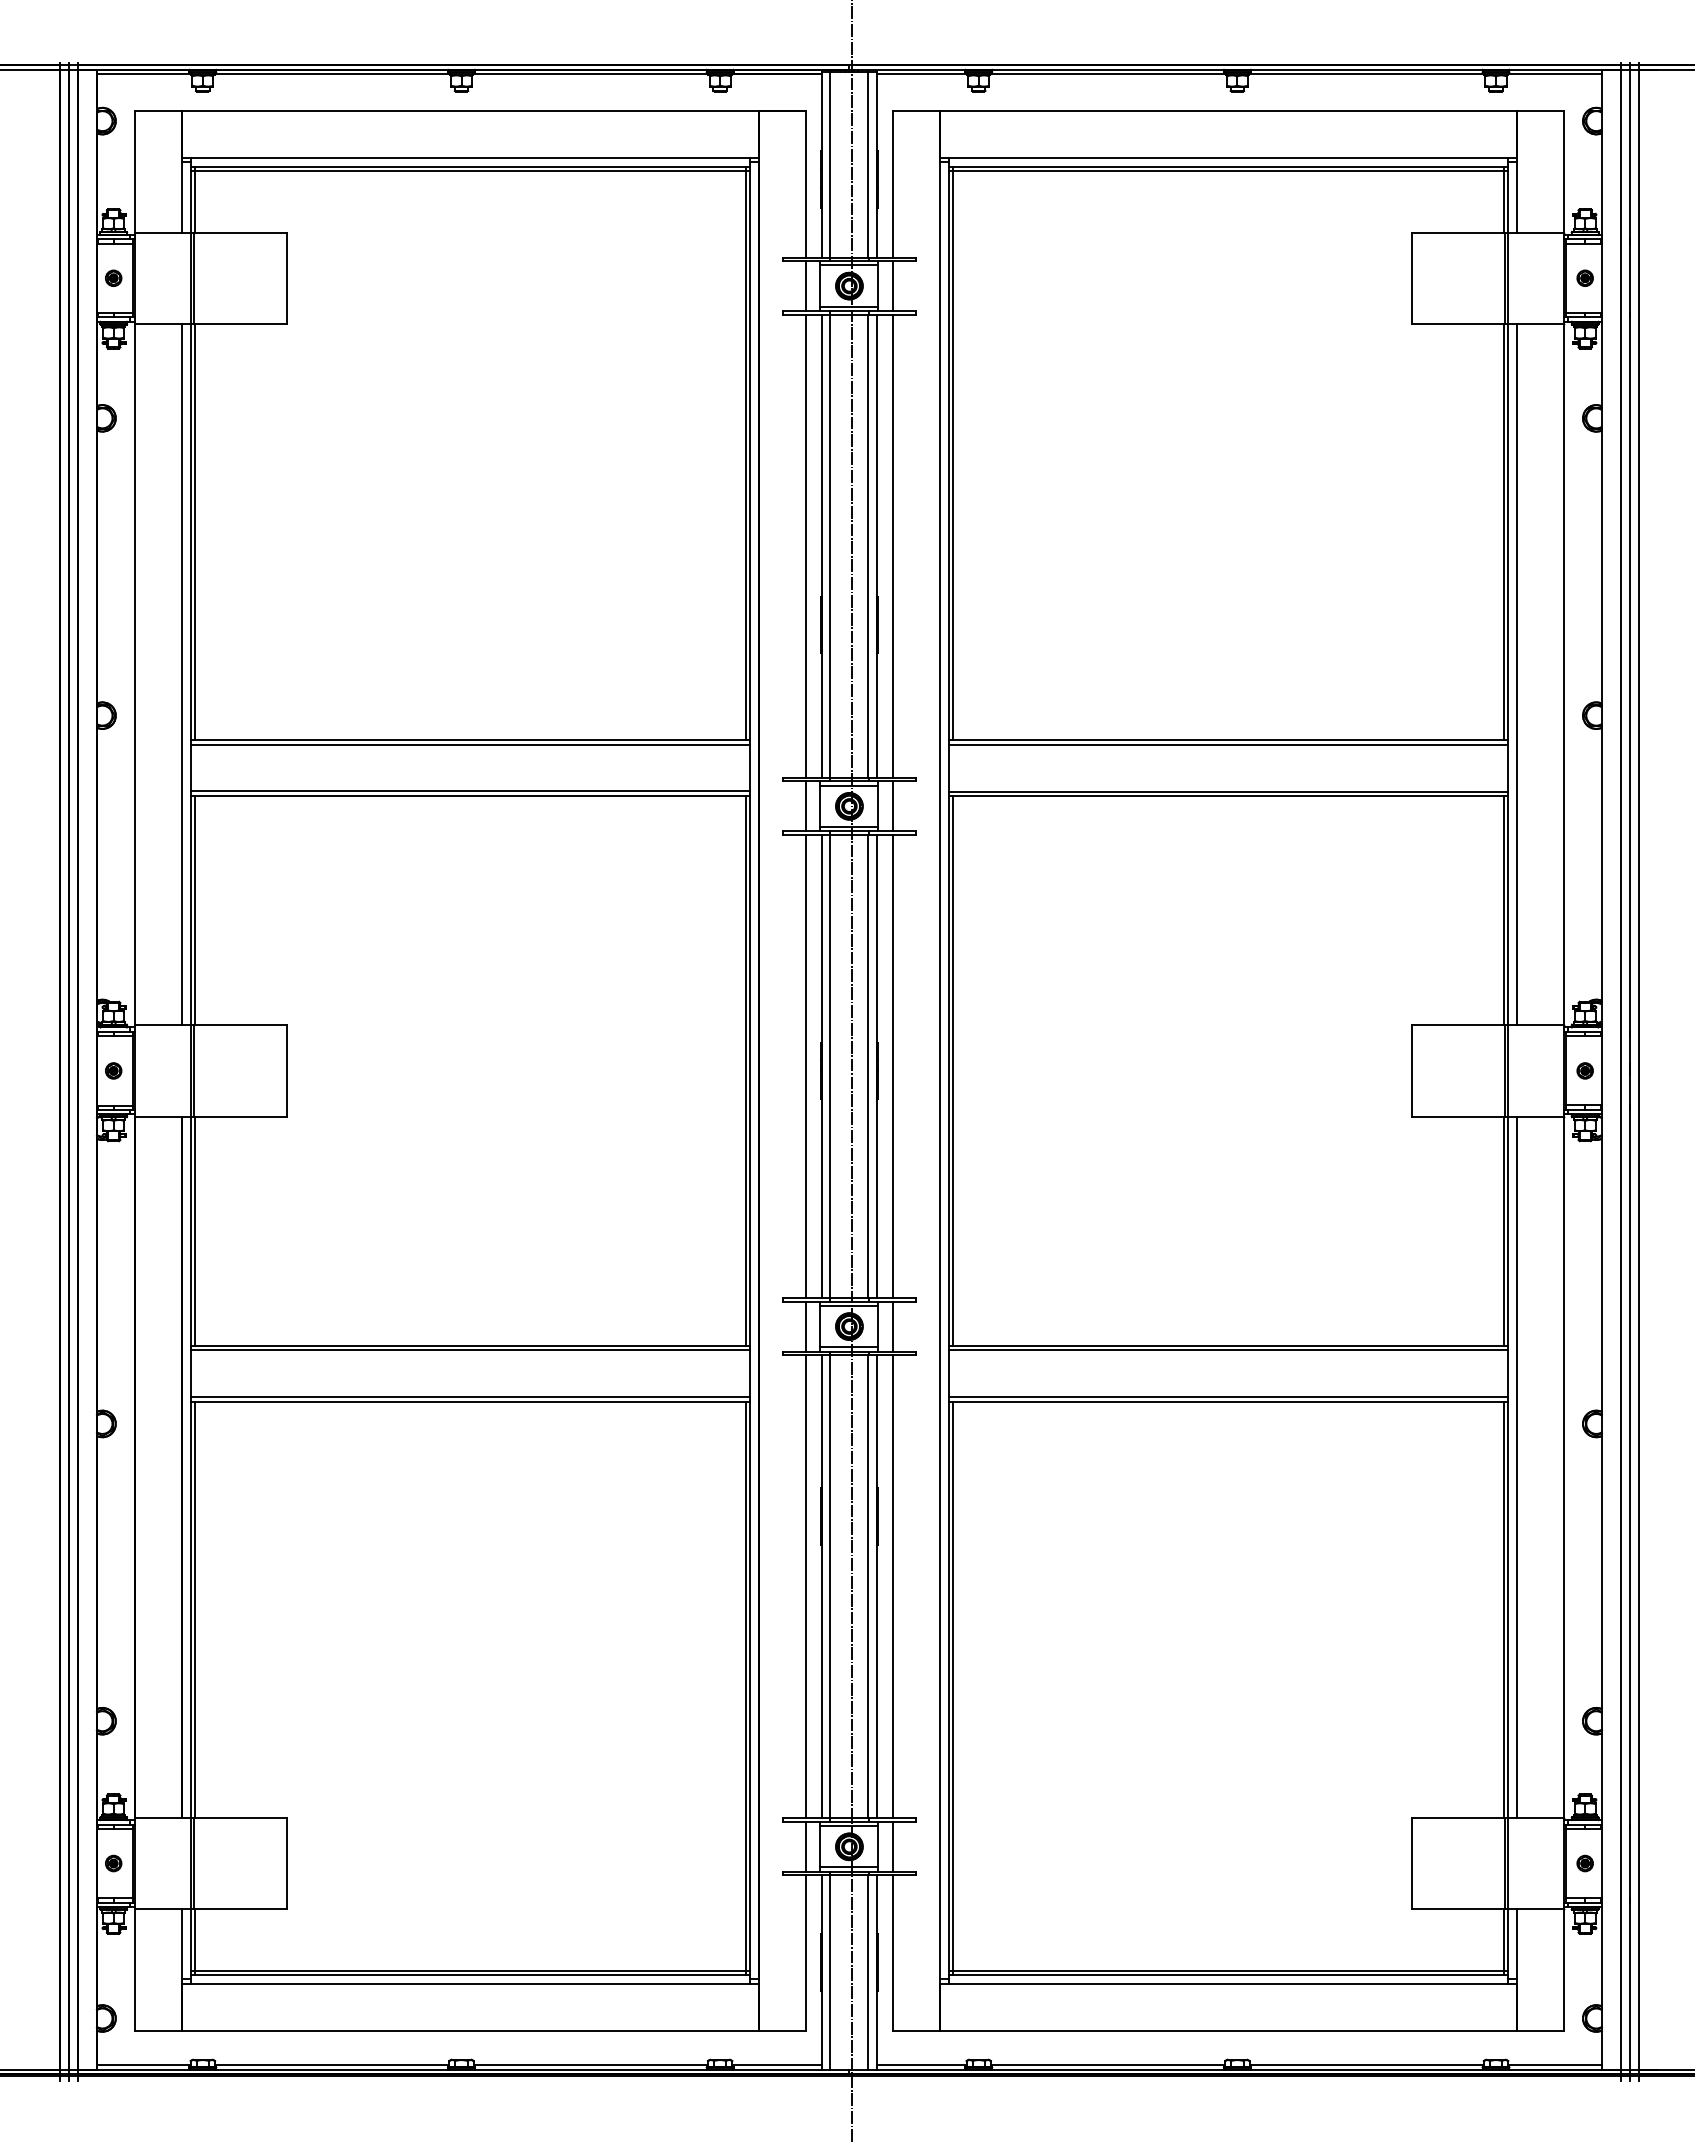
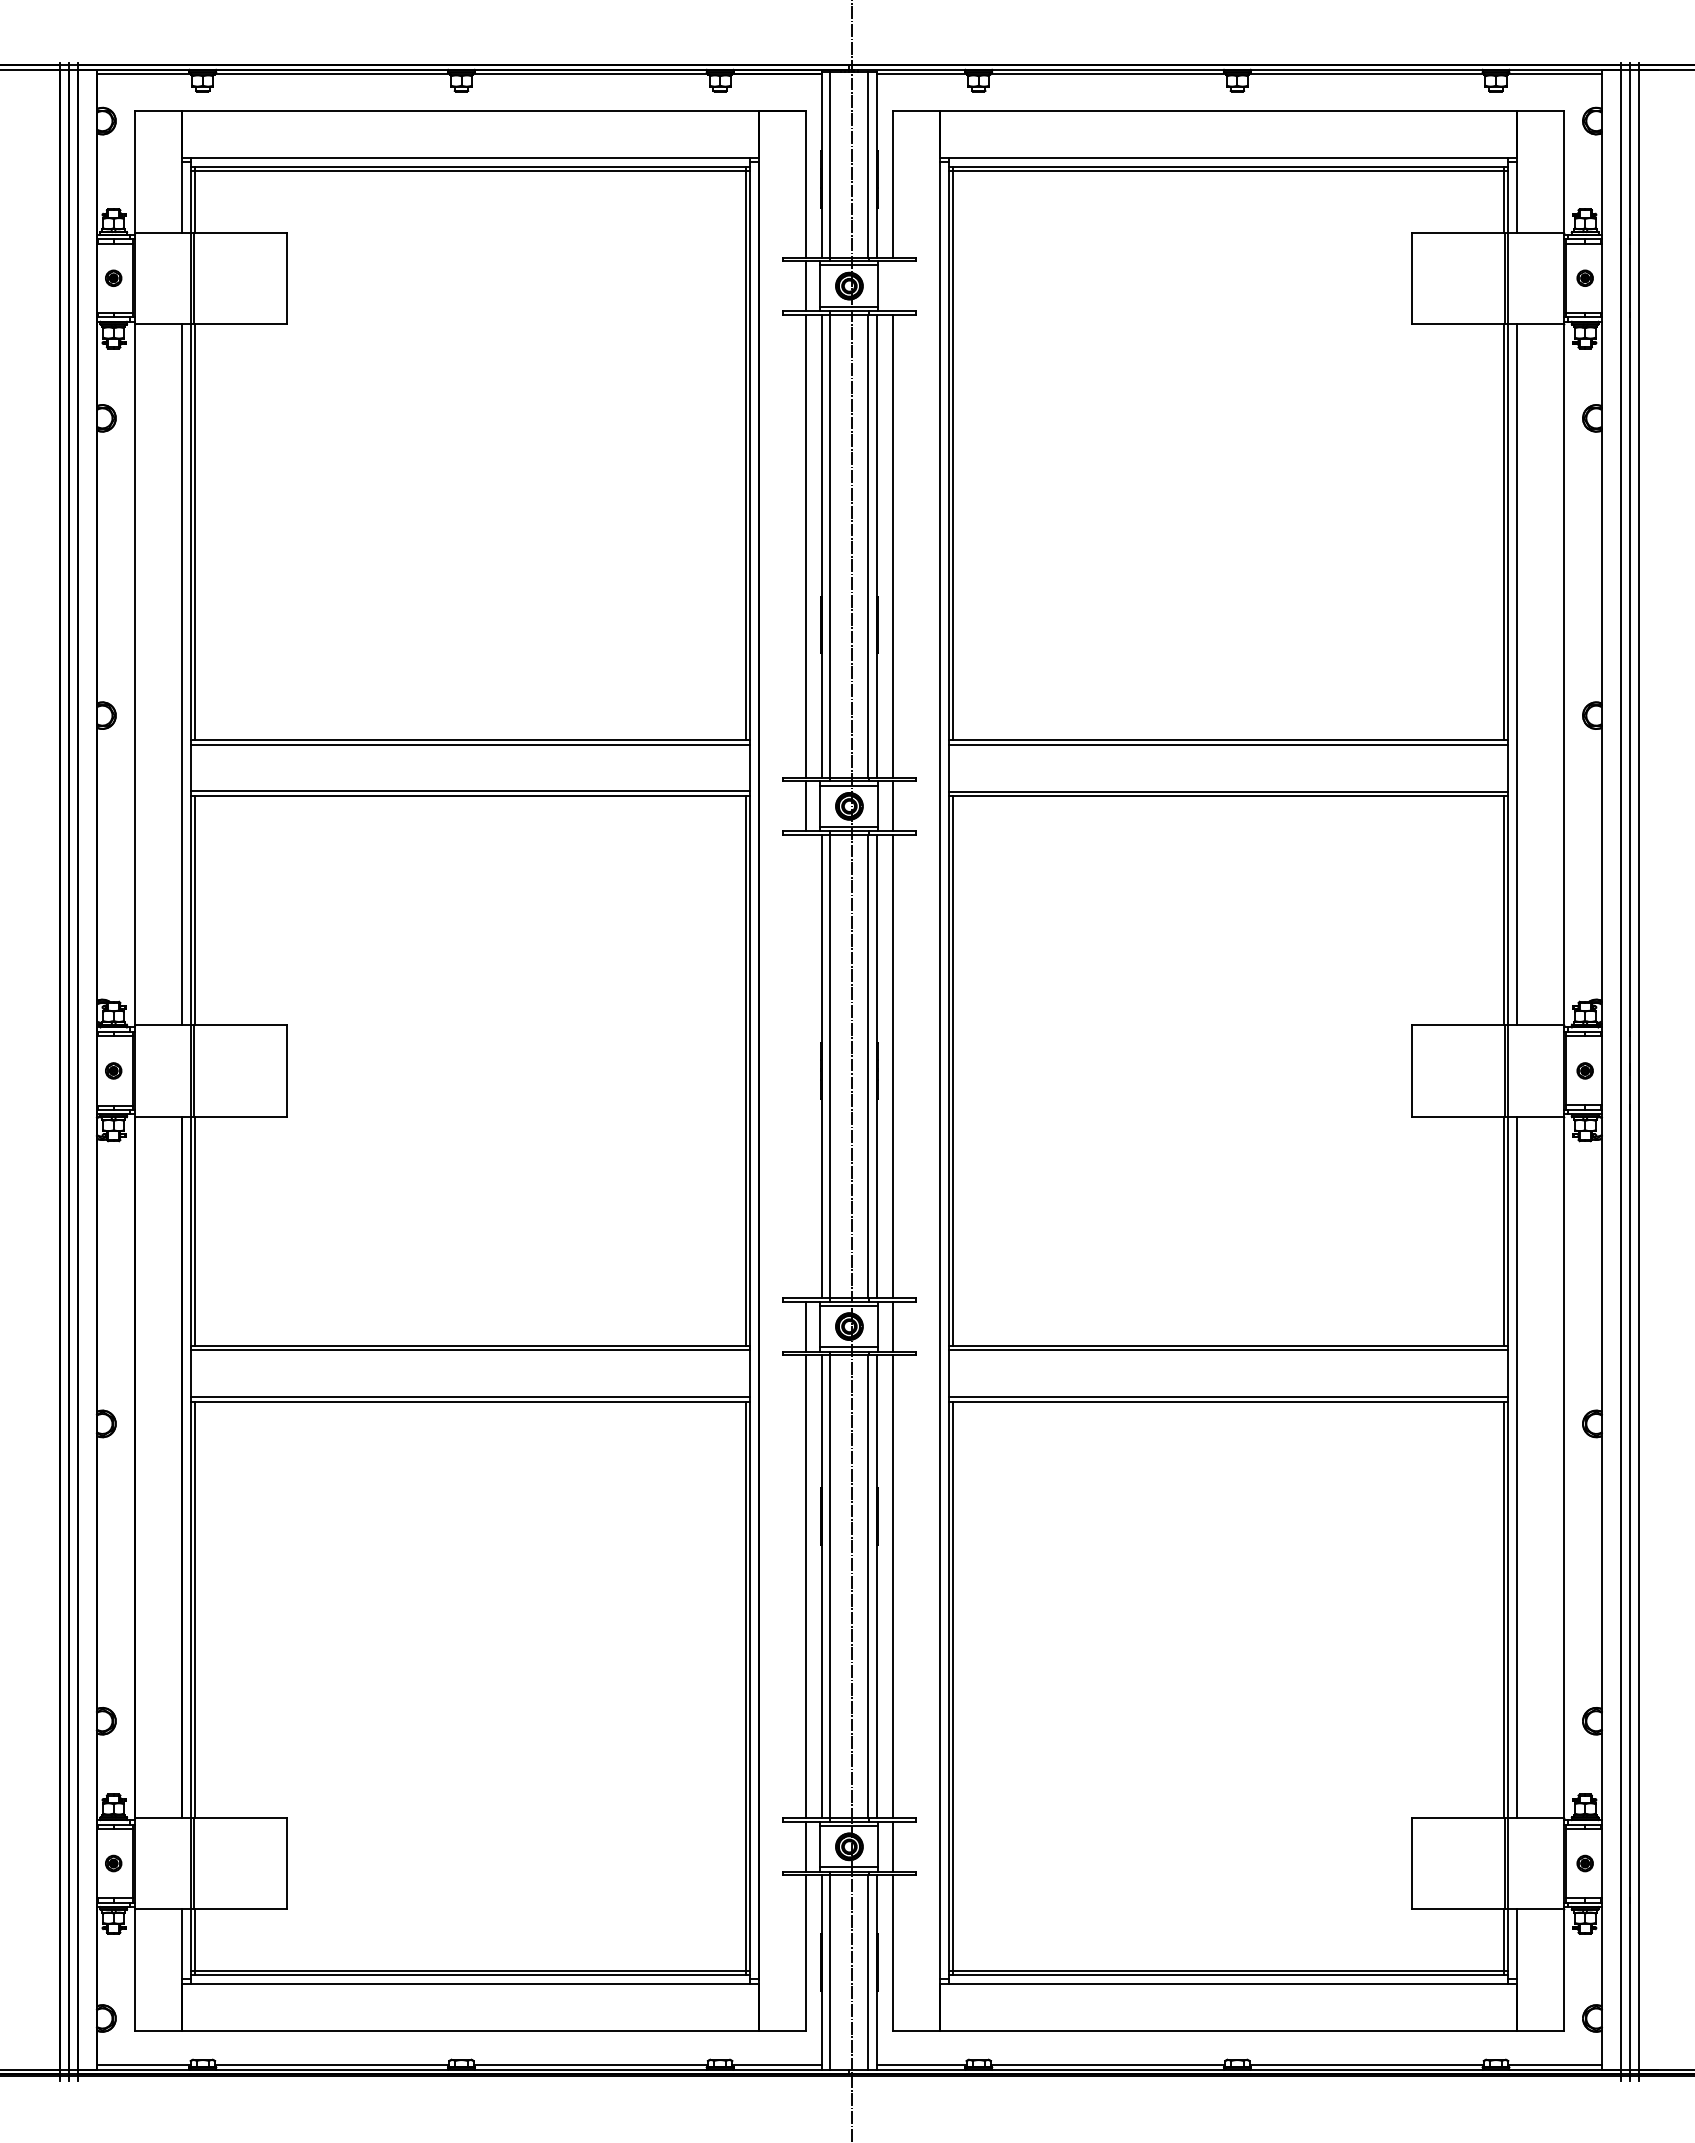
line at (892, 286): present -> none
line at (805, 1066): present -> none
